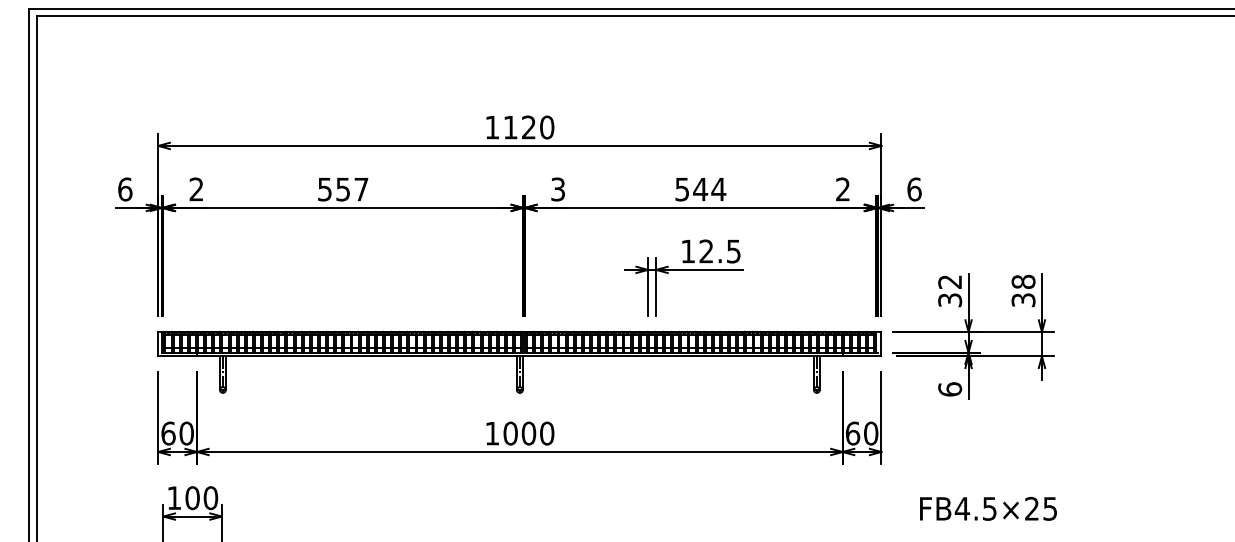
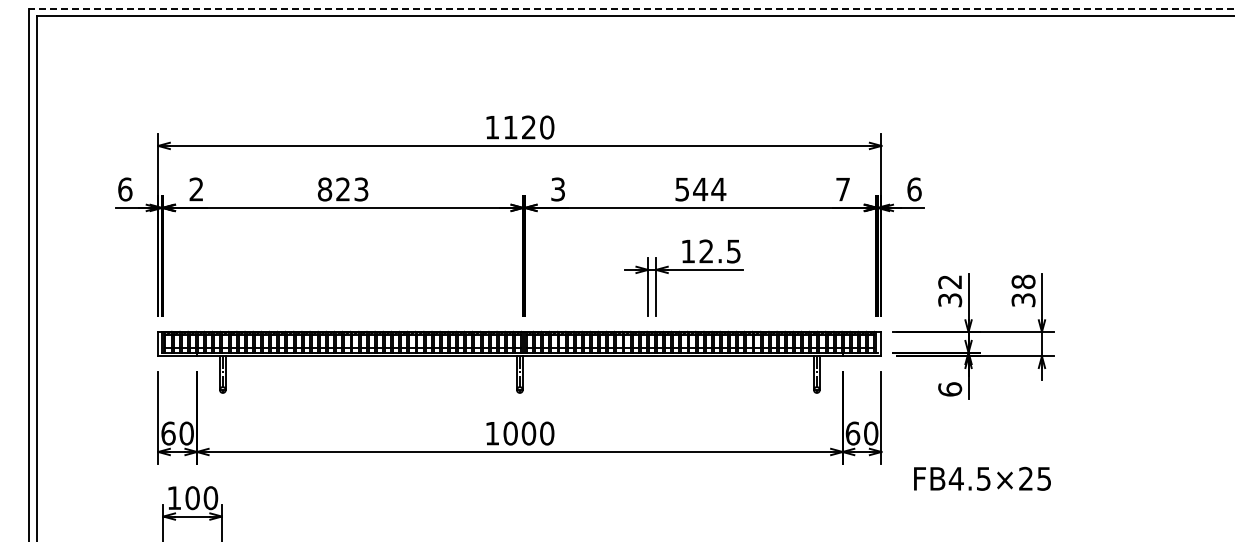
line at (632, 9): solid -> dashed
text at (342, 189): 557 -> 823
text at (842, 189): 2 -> 7
text at (988, 508) position: (988, 508) -> (982, 478)
